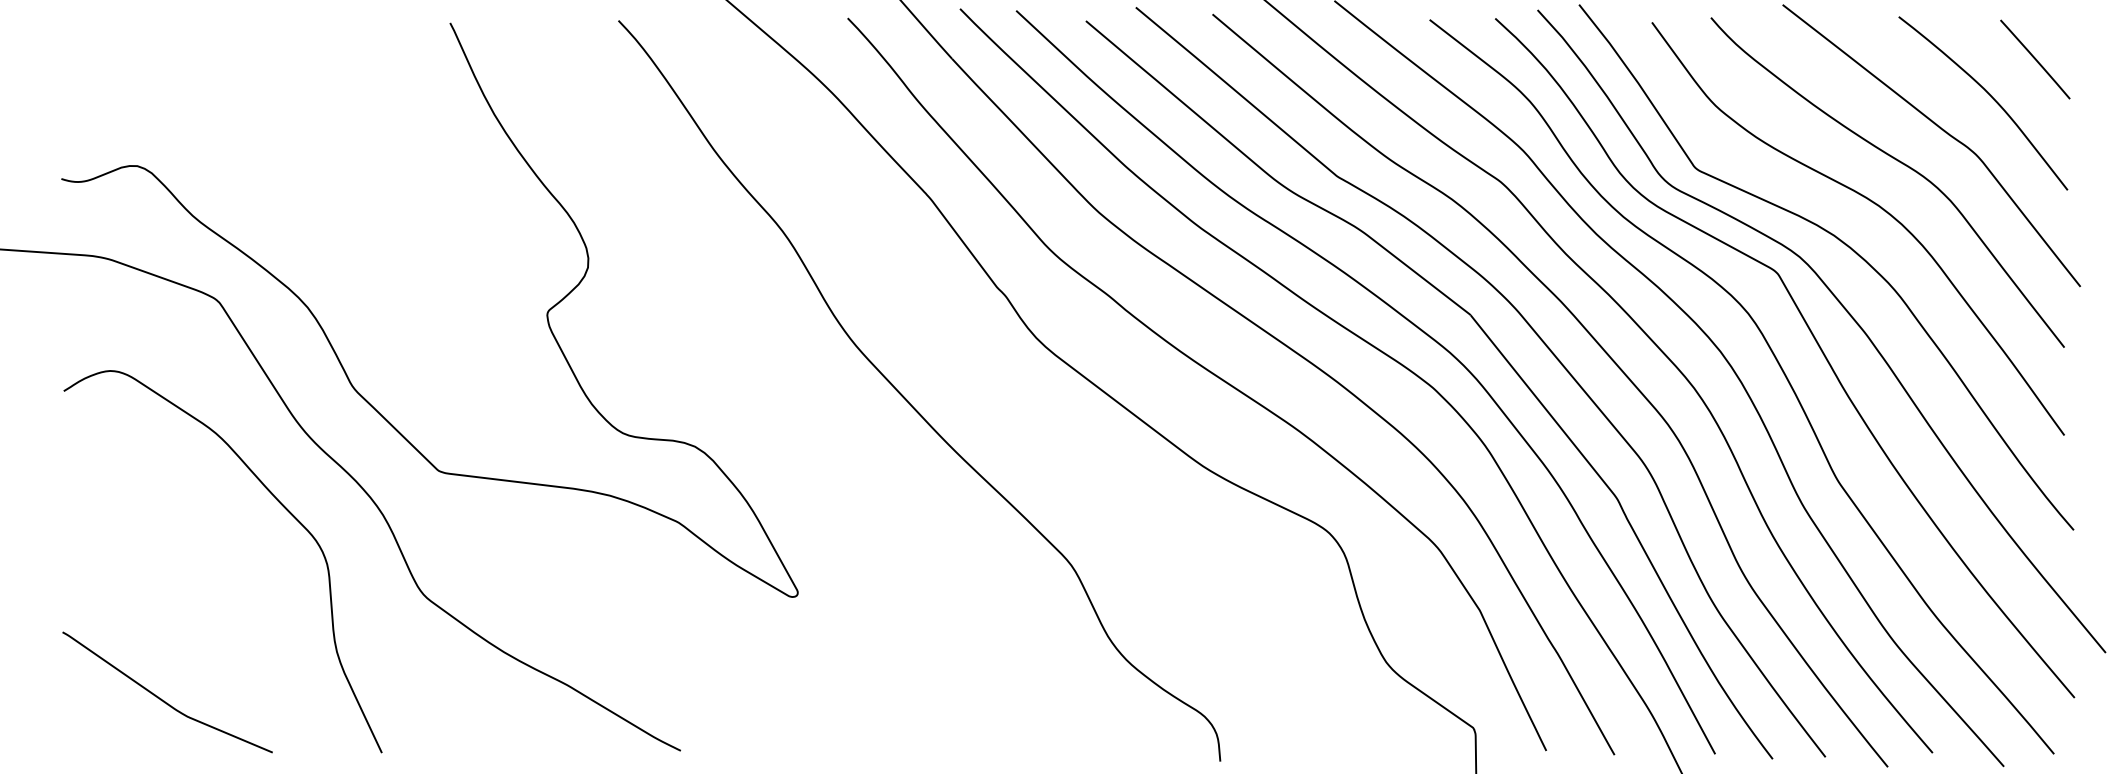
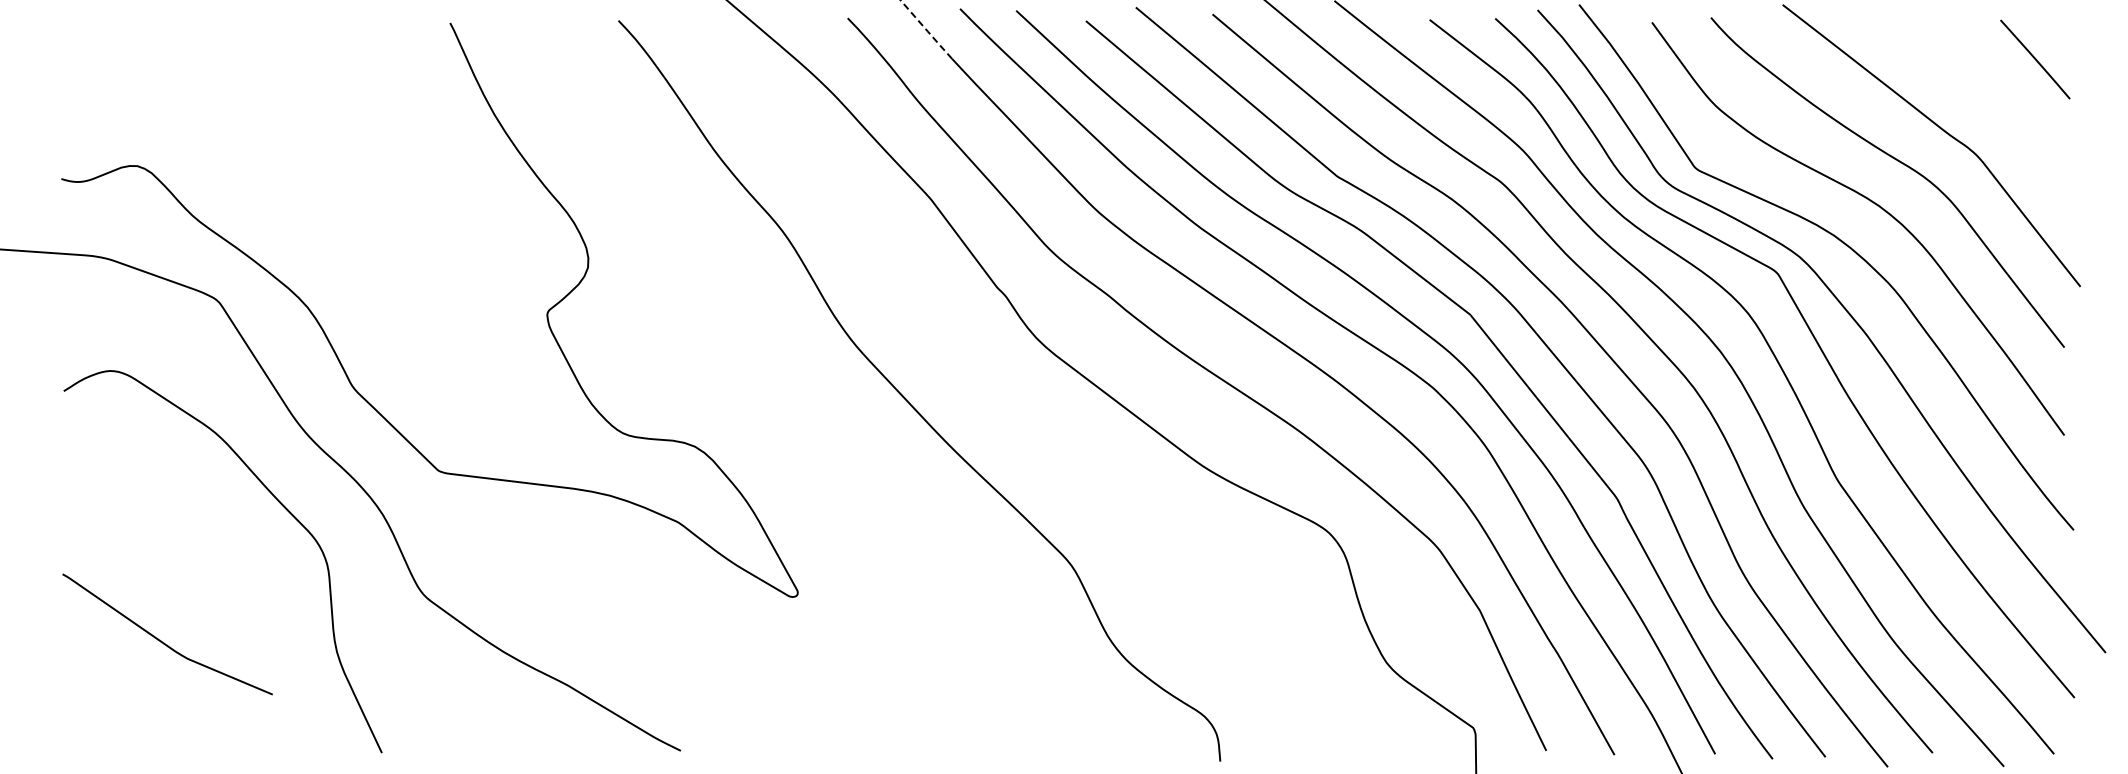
line at (927, 30): solid -> dashed
curve at (1990, 96): present -> none
curve at (161, 698) position: (161, 698) -> (161, 640)
